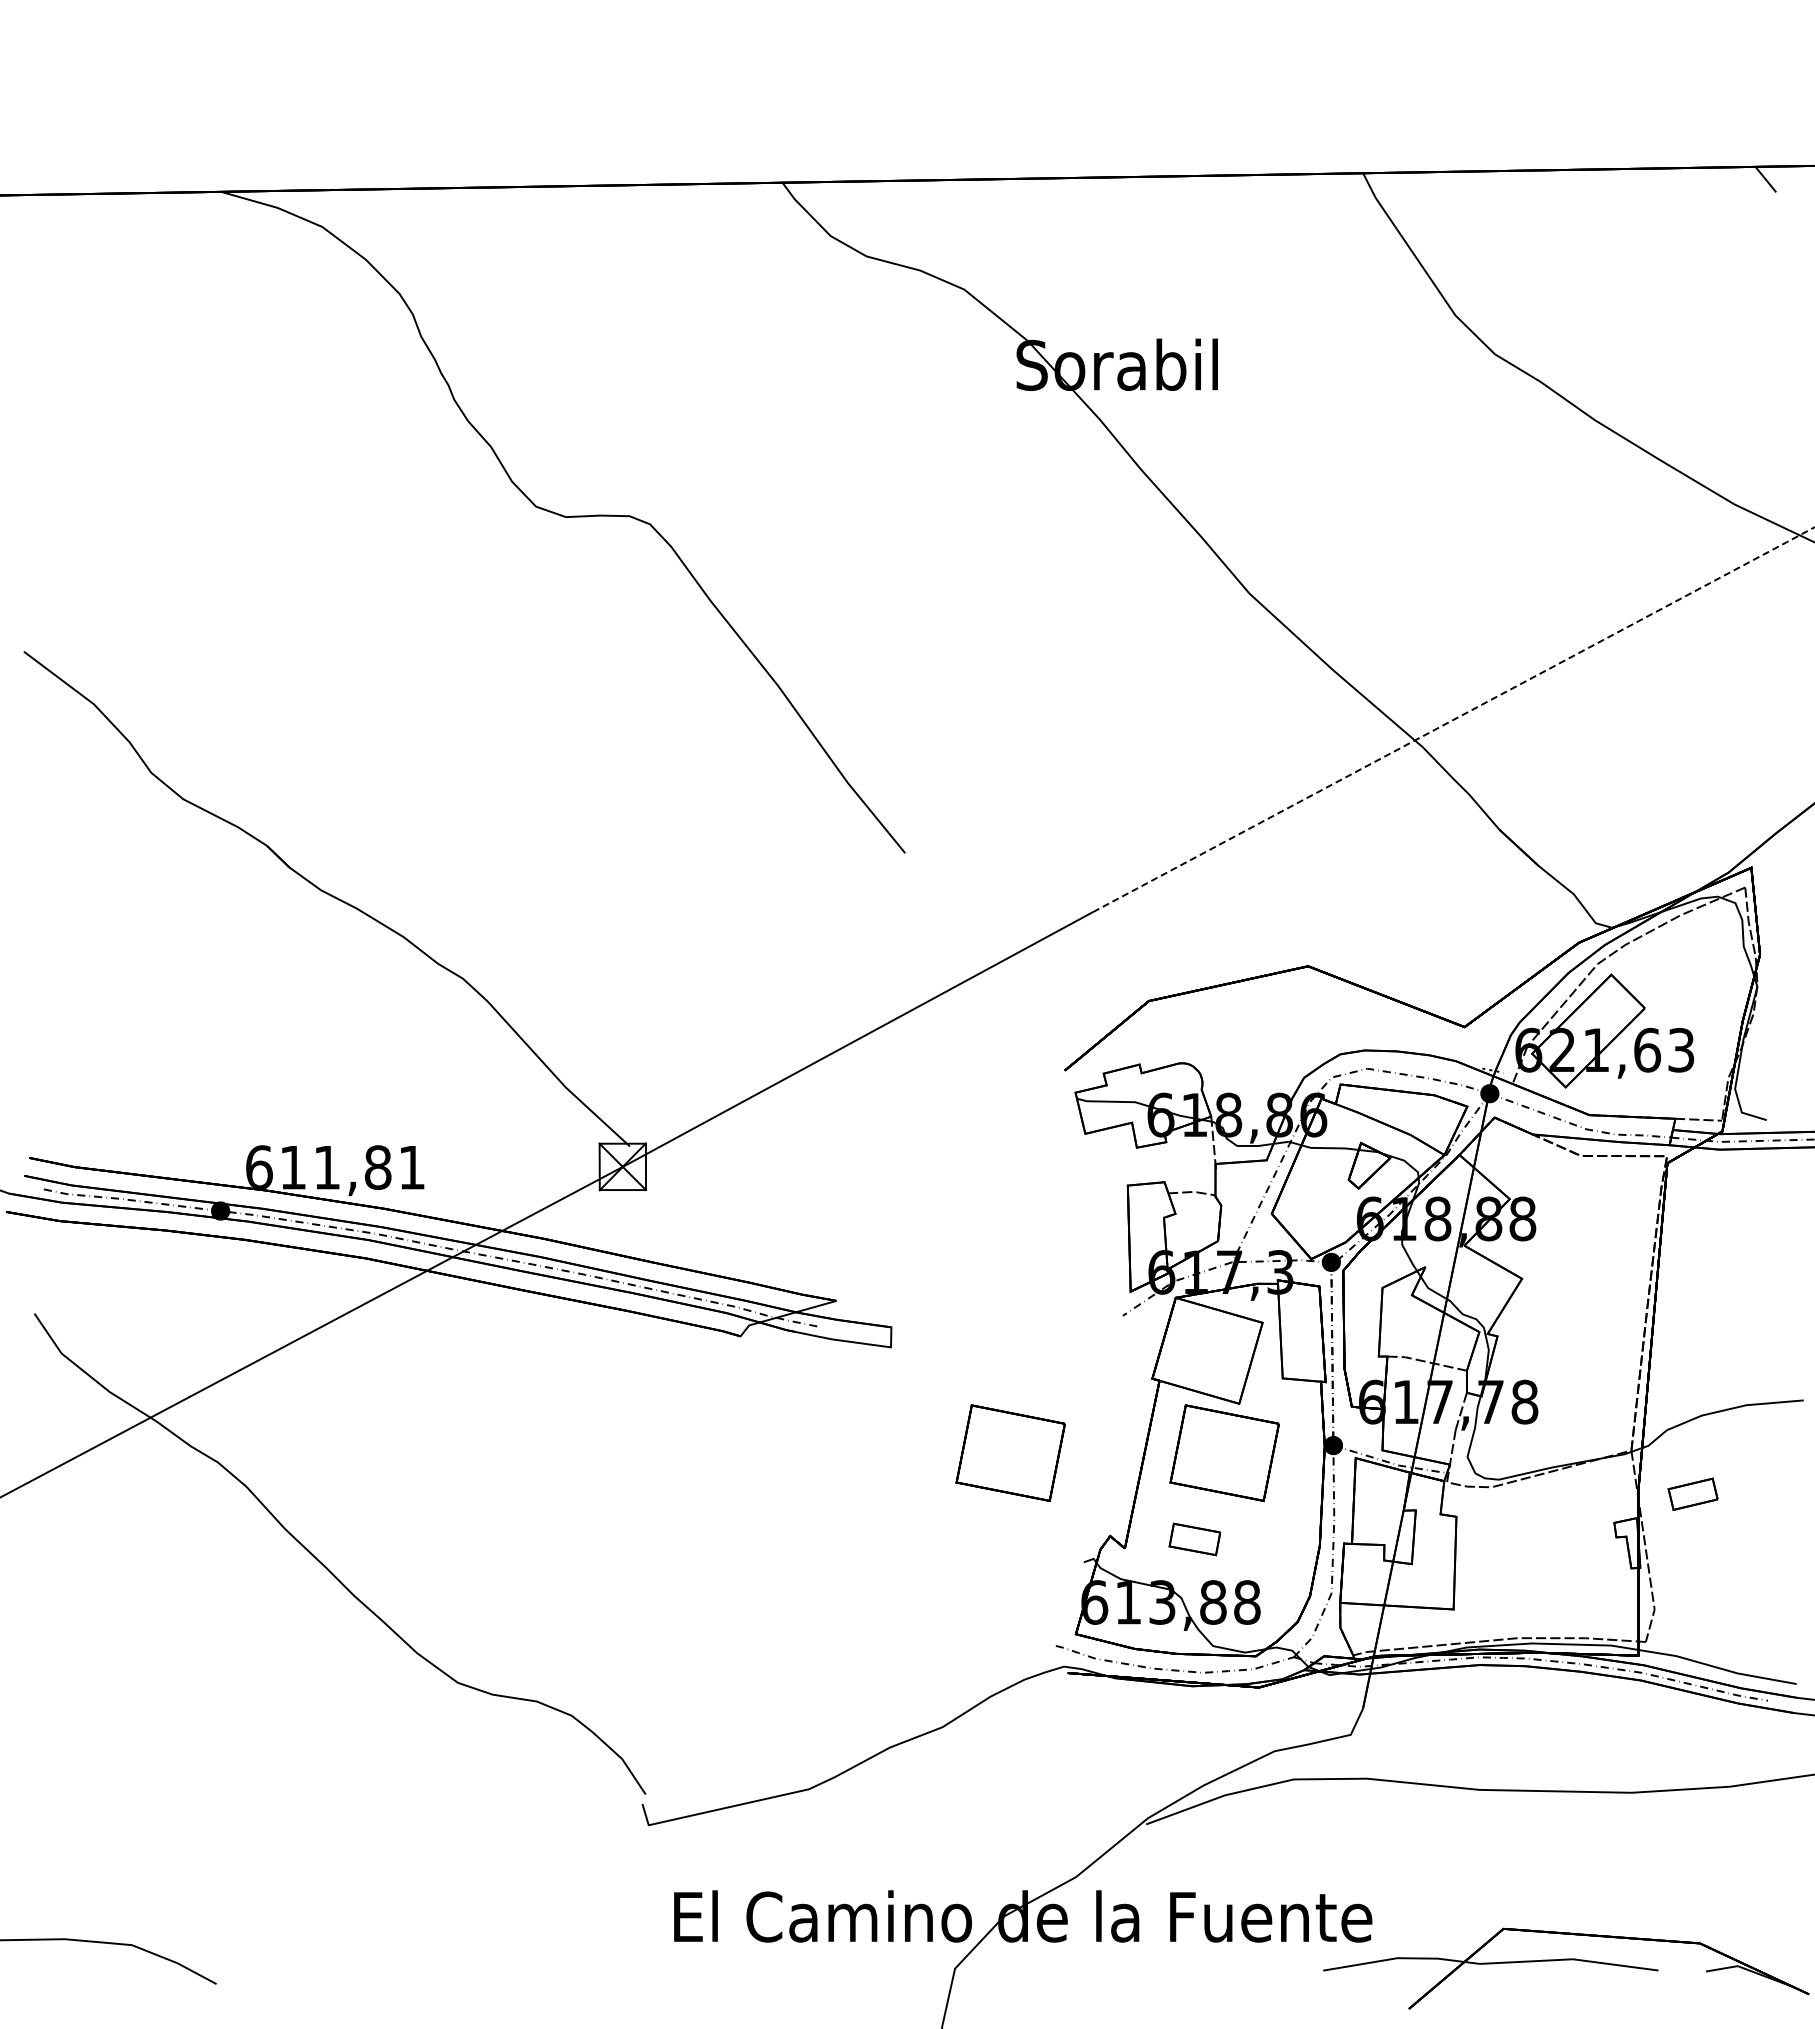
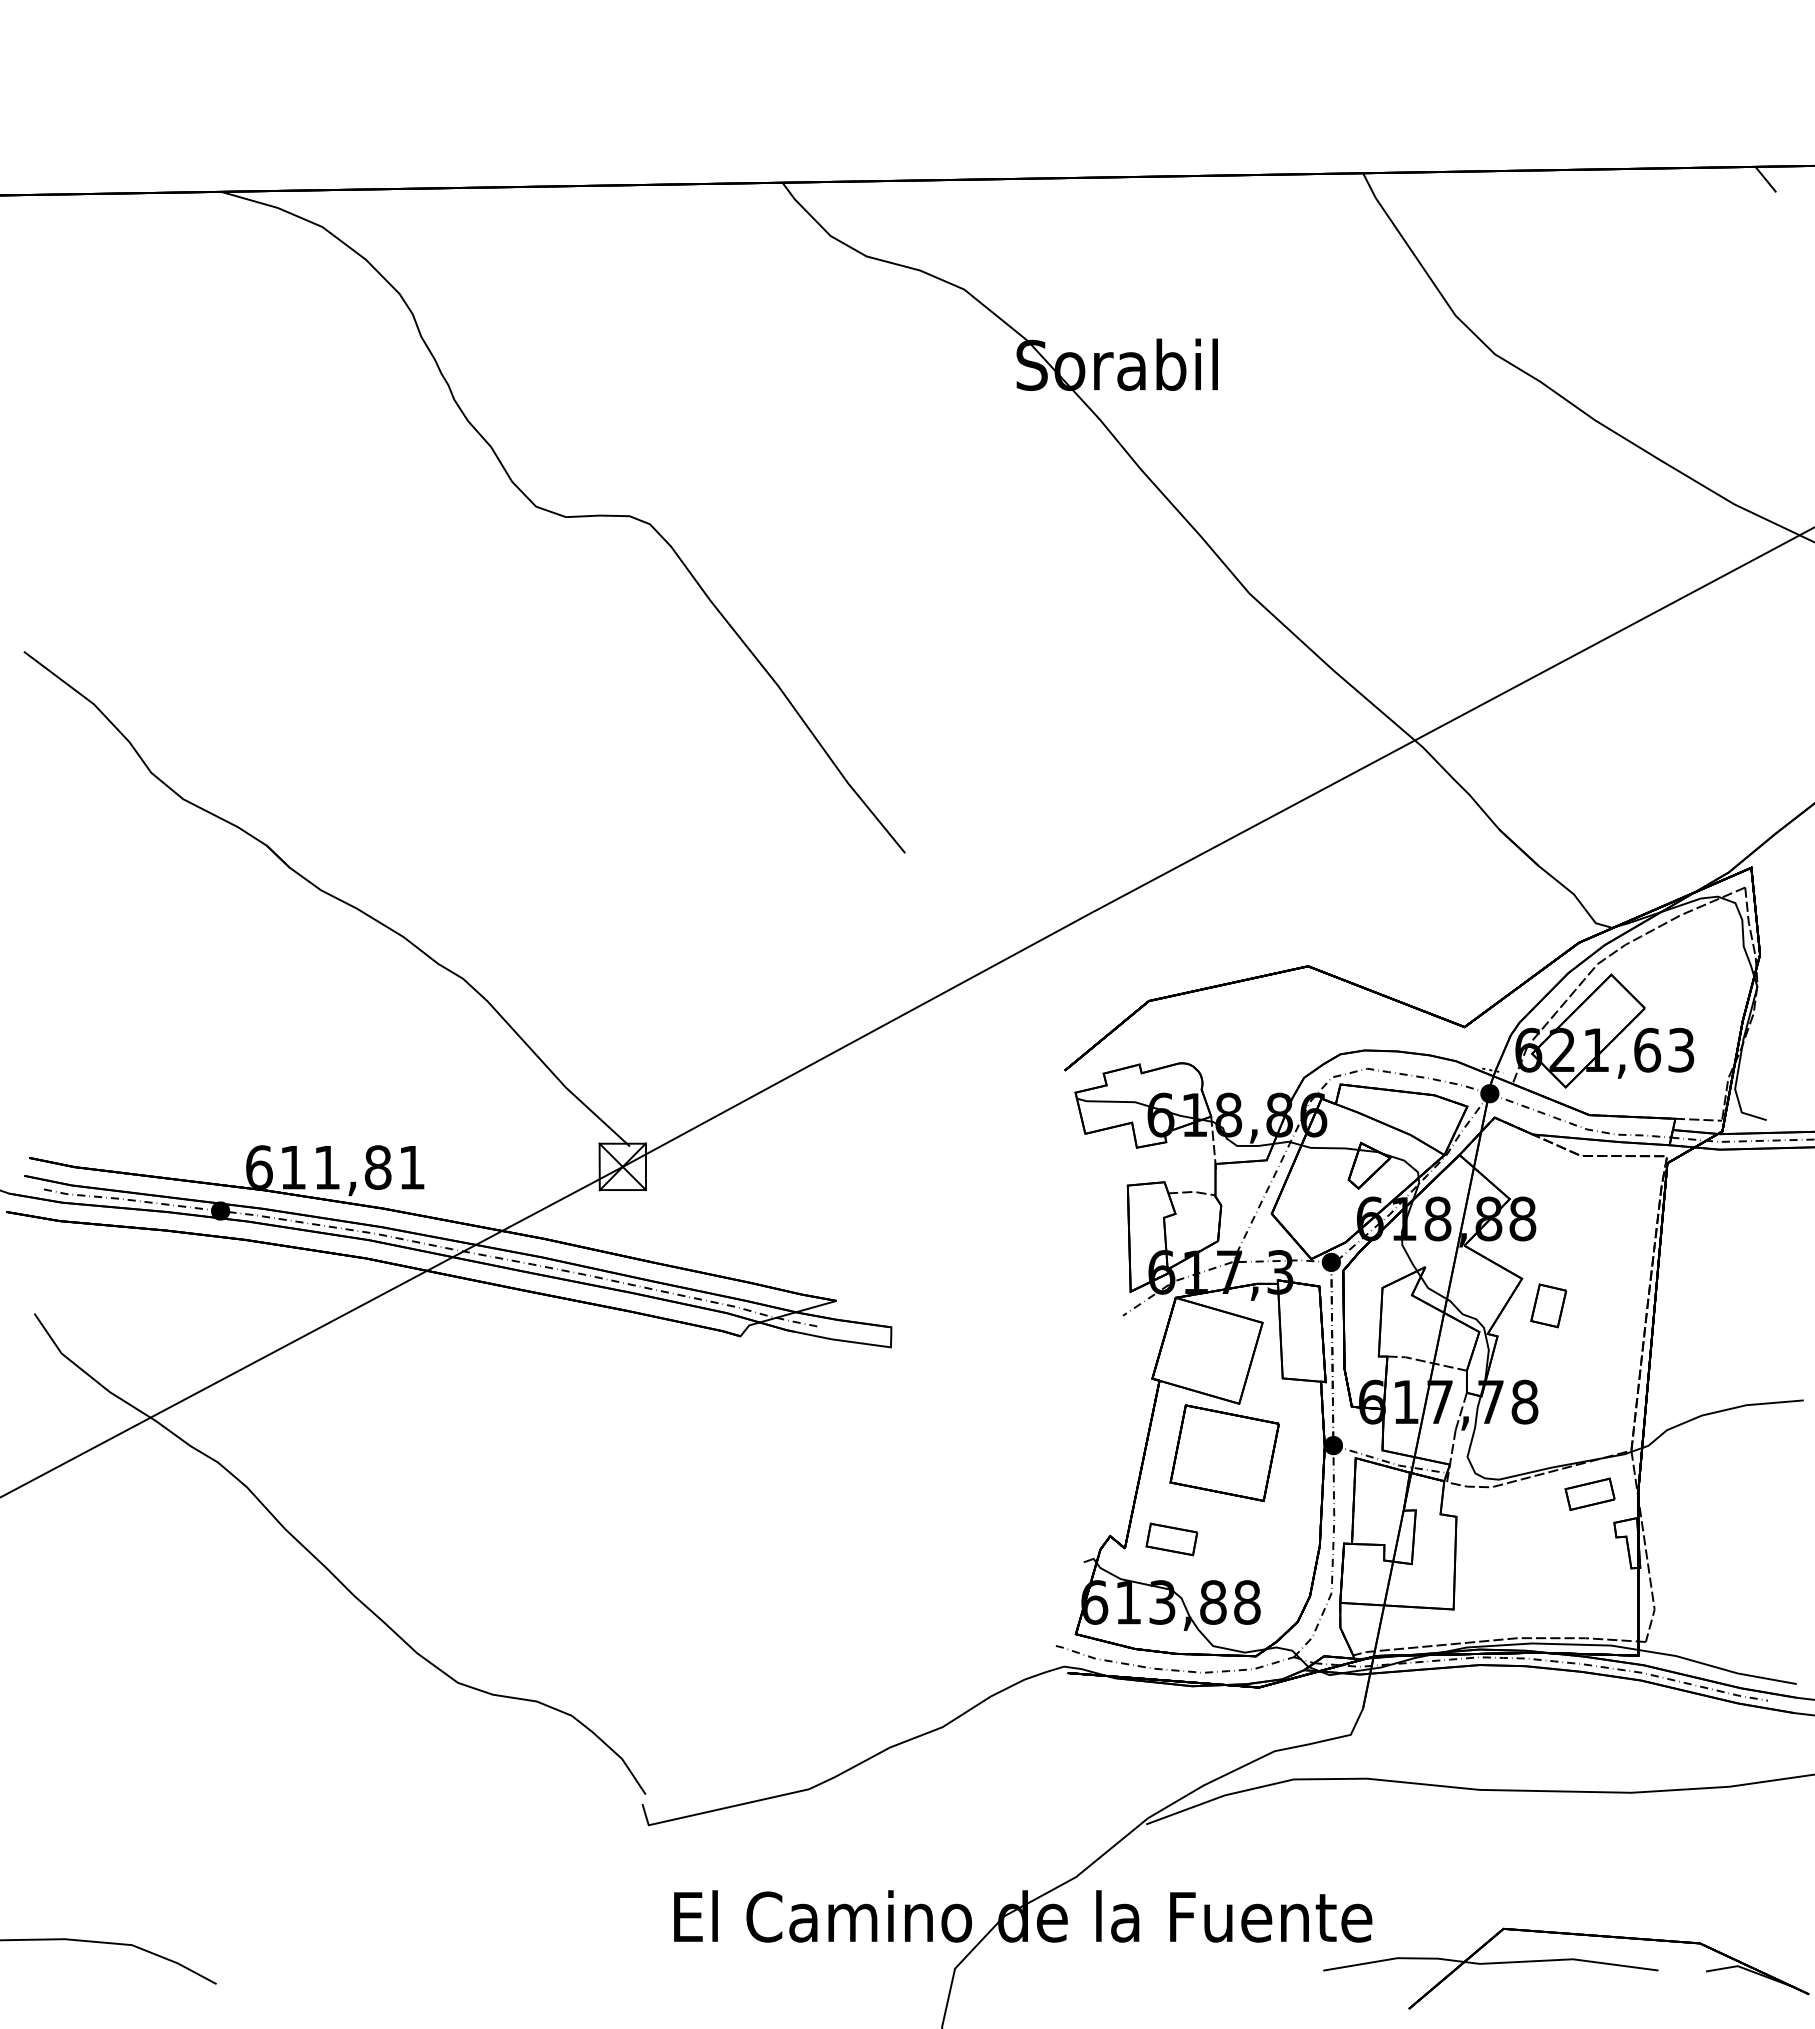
line at (1454, 719): dashed -> solid
part at (1548, 1305): none -> present
part at (1010, 1452): present -> none
part at (1692, 1493) position: (1692, 1493) -> (1589, 1493)
part at (1194, 1539) position: (1194, 1539) -> (1171, 1539)
